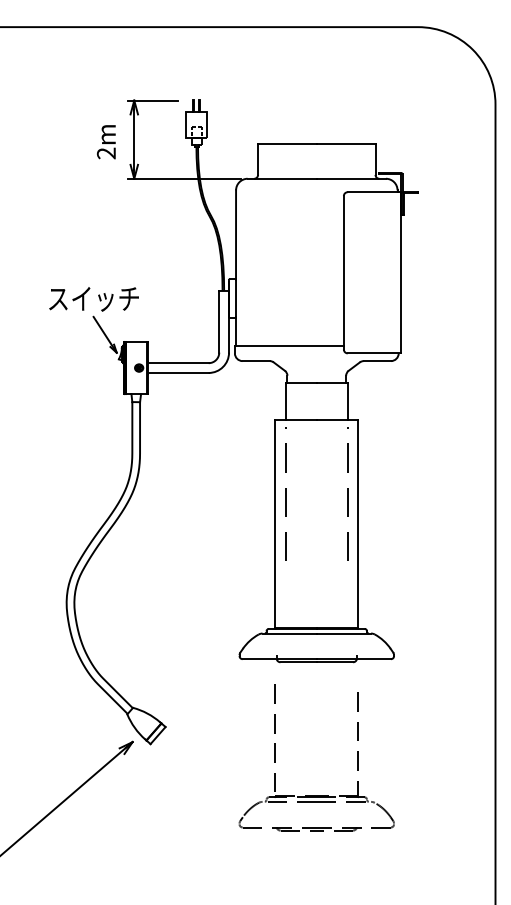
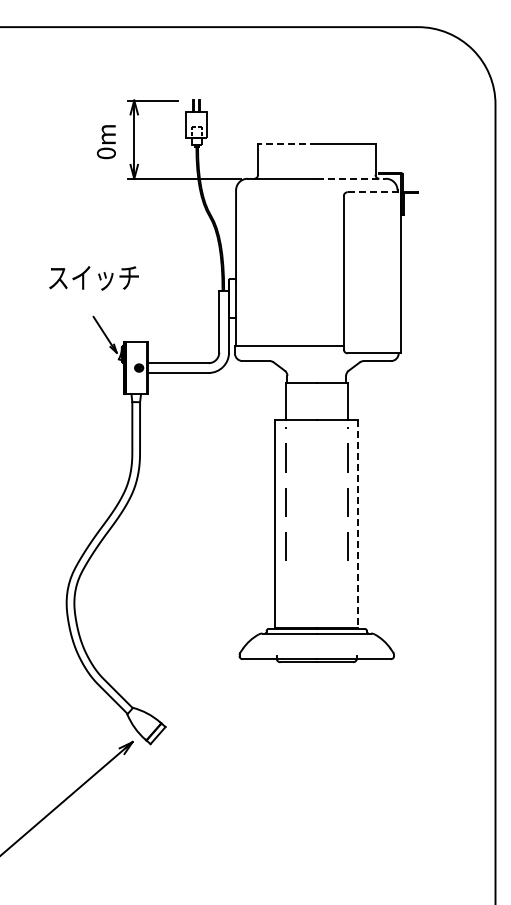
line at (286, 144): solid -> dashed
text at (106, 153): 2m -> 0m
line at (351, 178): solid -> dashed
line at (374, 192): solid -> dashed
text at (93, 299) position: (93, 299) -> (93, 278)
line at (358, 524): solid -> dashed
part at (316, 795): present -> none
